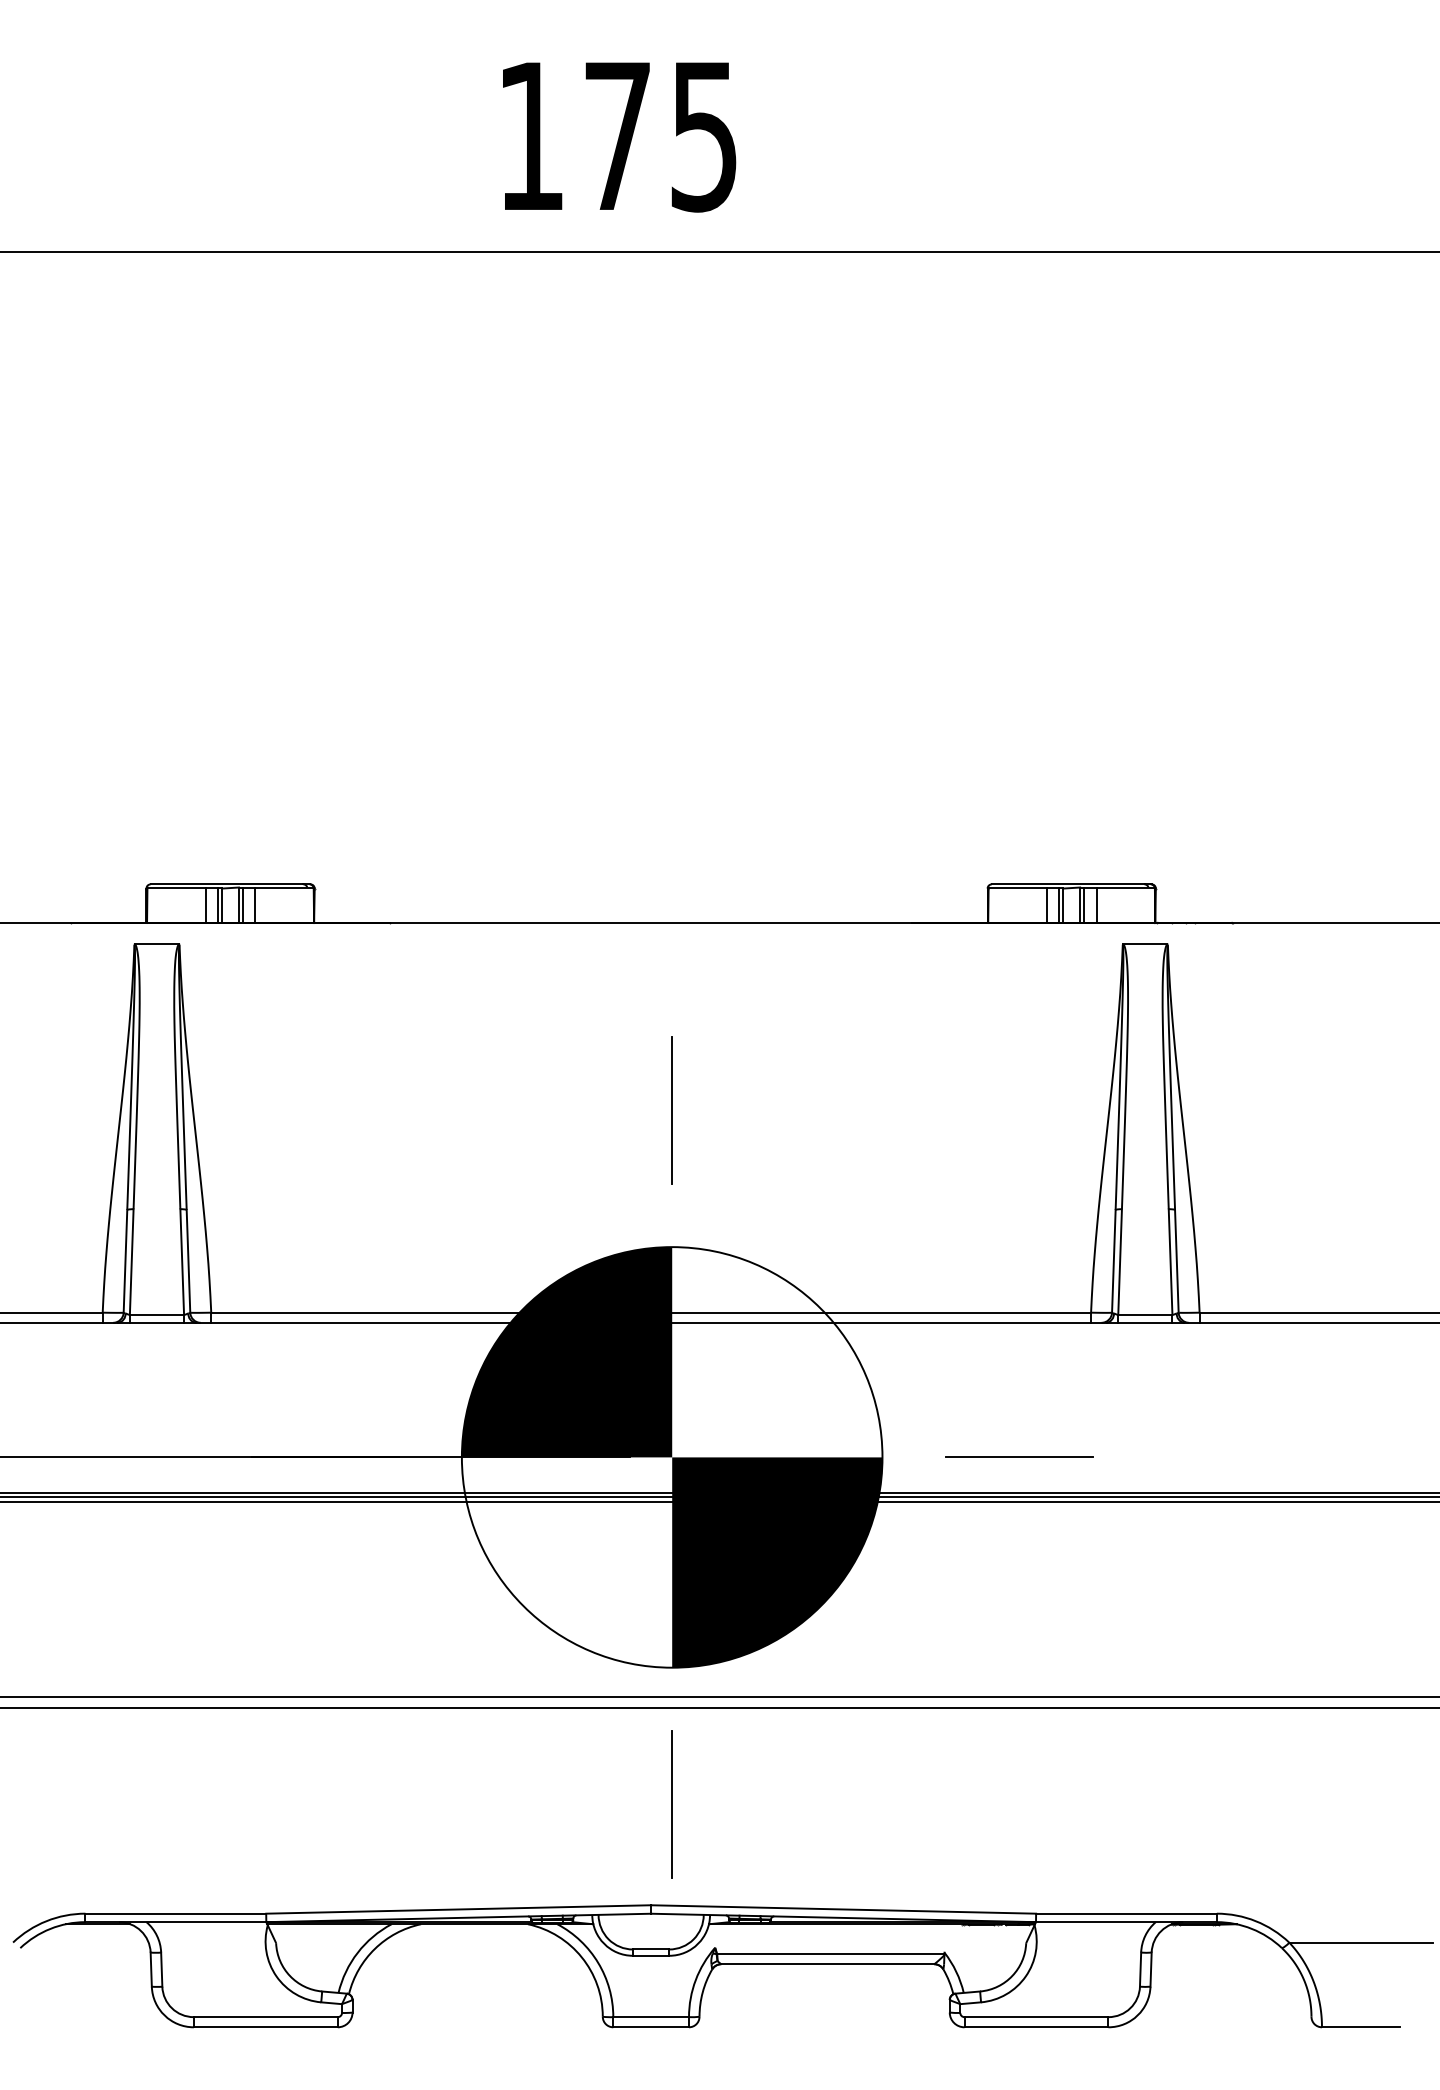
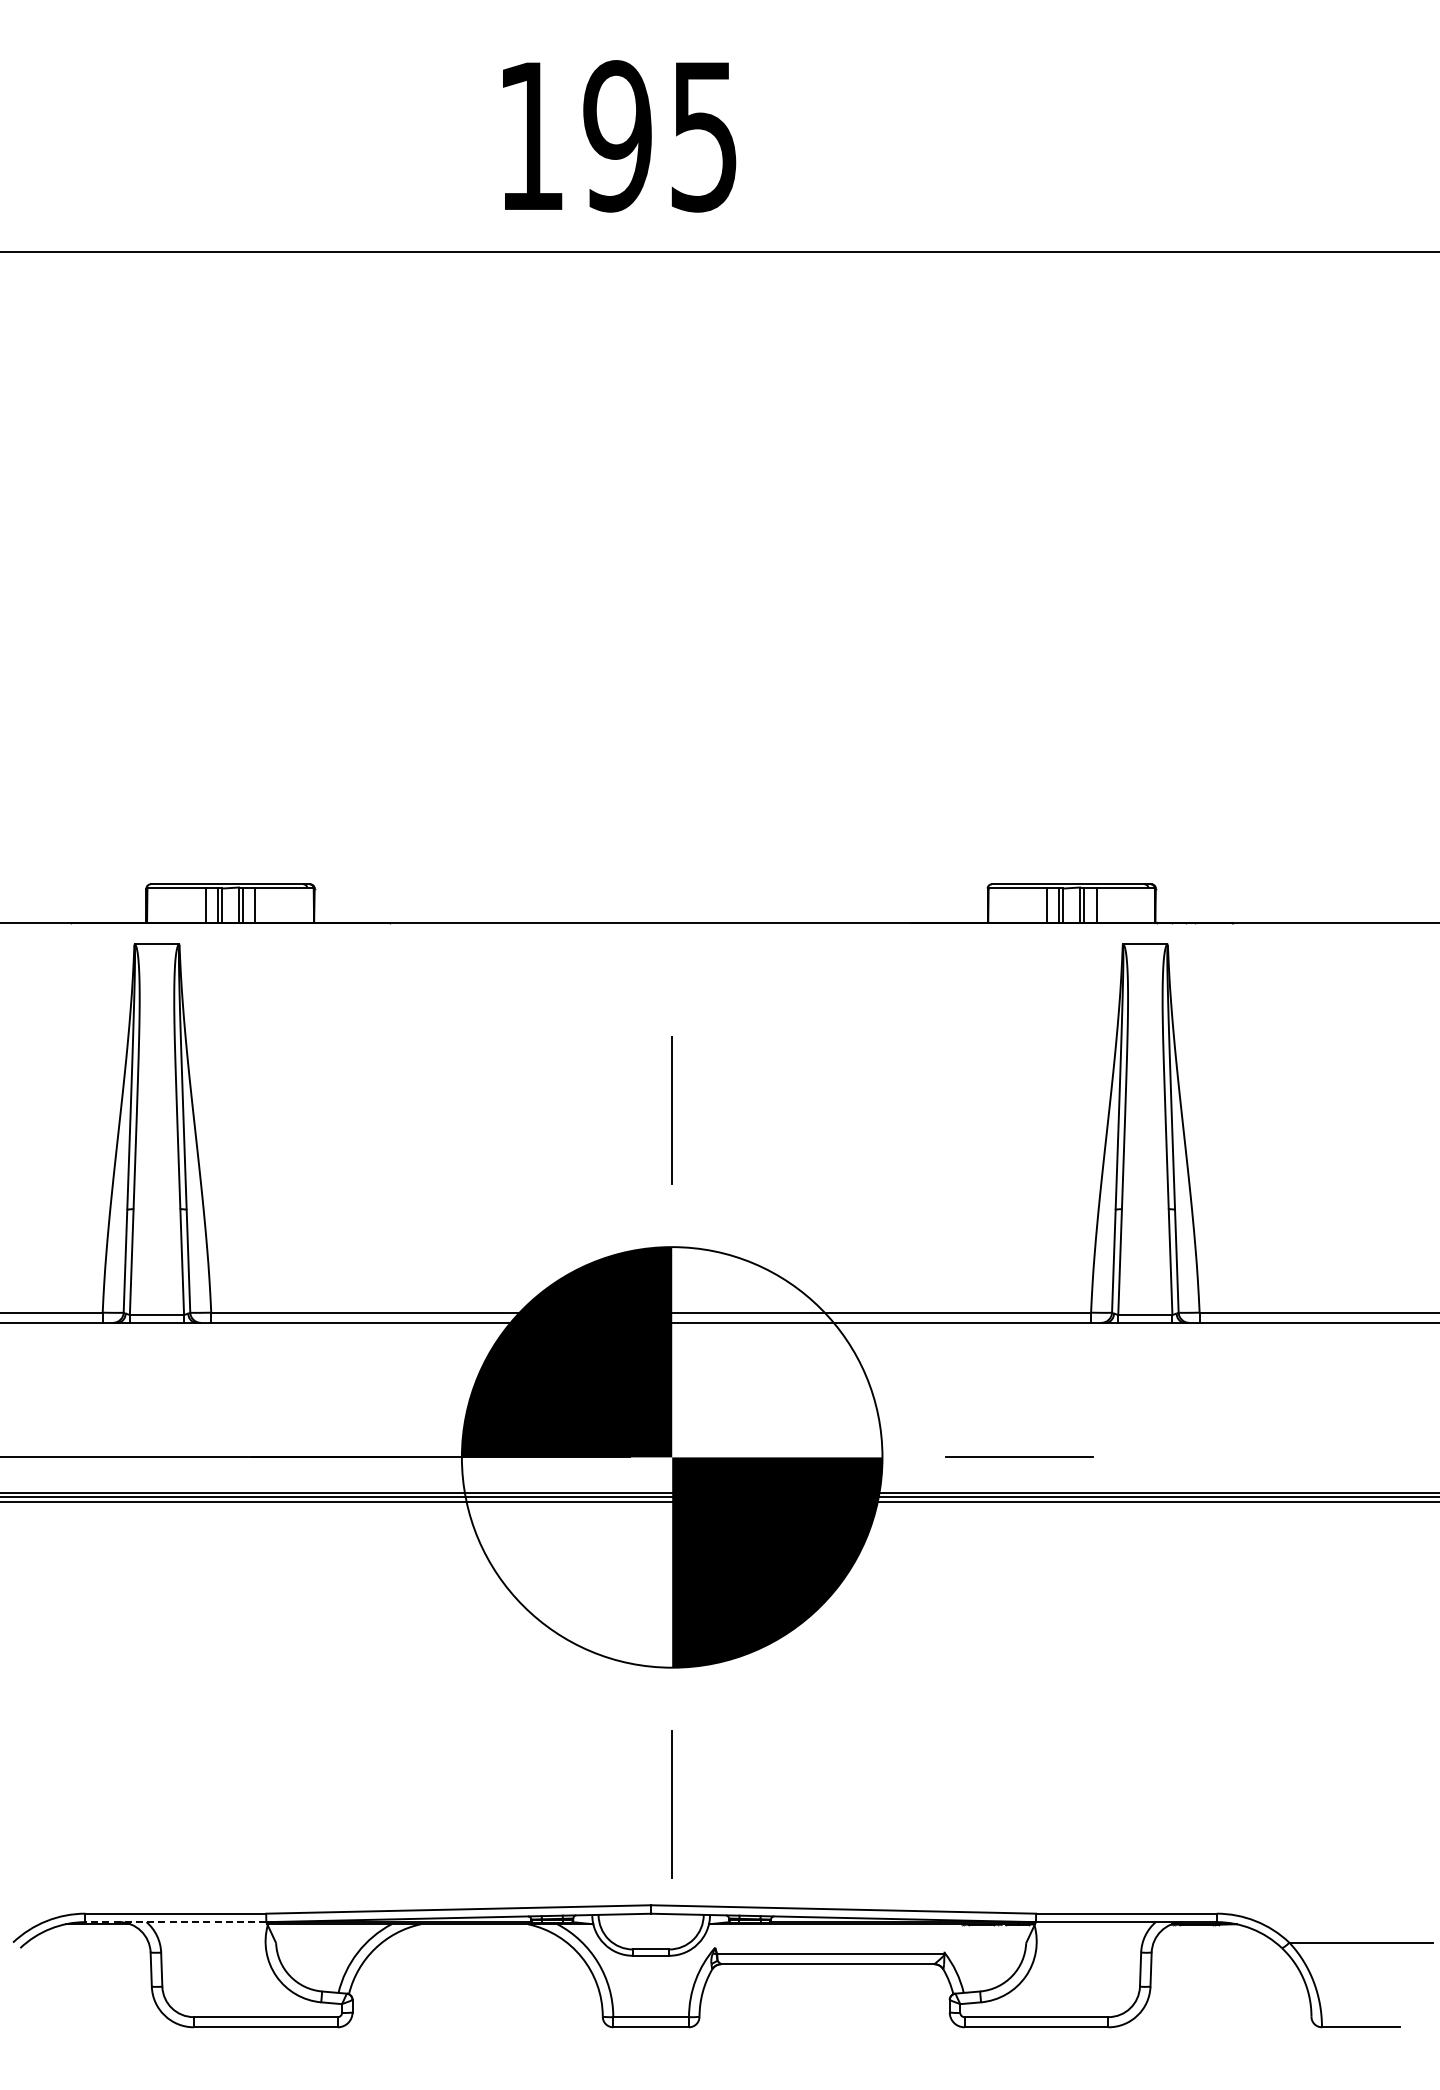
text at (617, 136): 175 -> 195
line at (719, 1697): present -> none
line at (719, 1707): present -> none
line at (175, 1922): solid -> dashed
